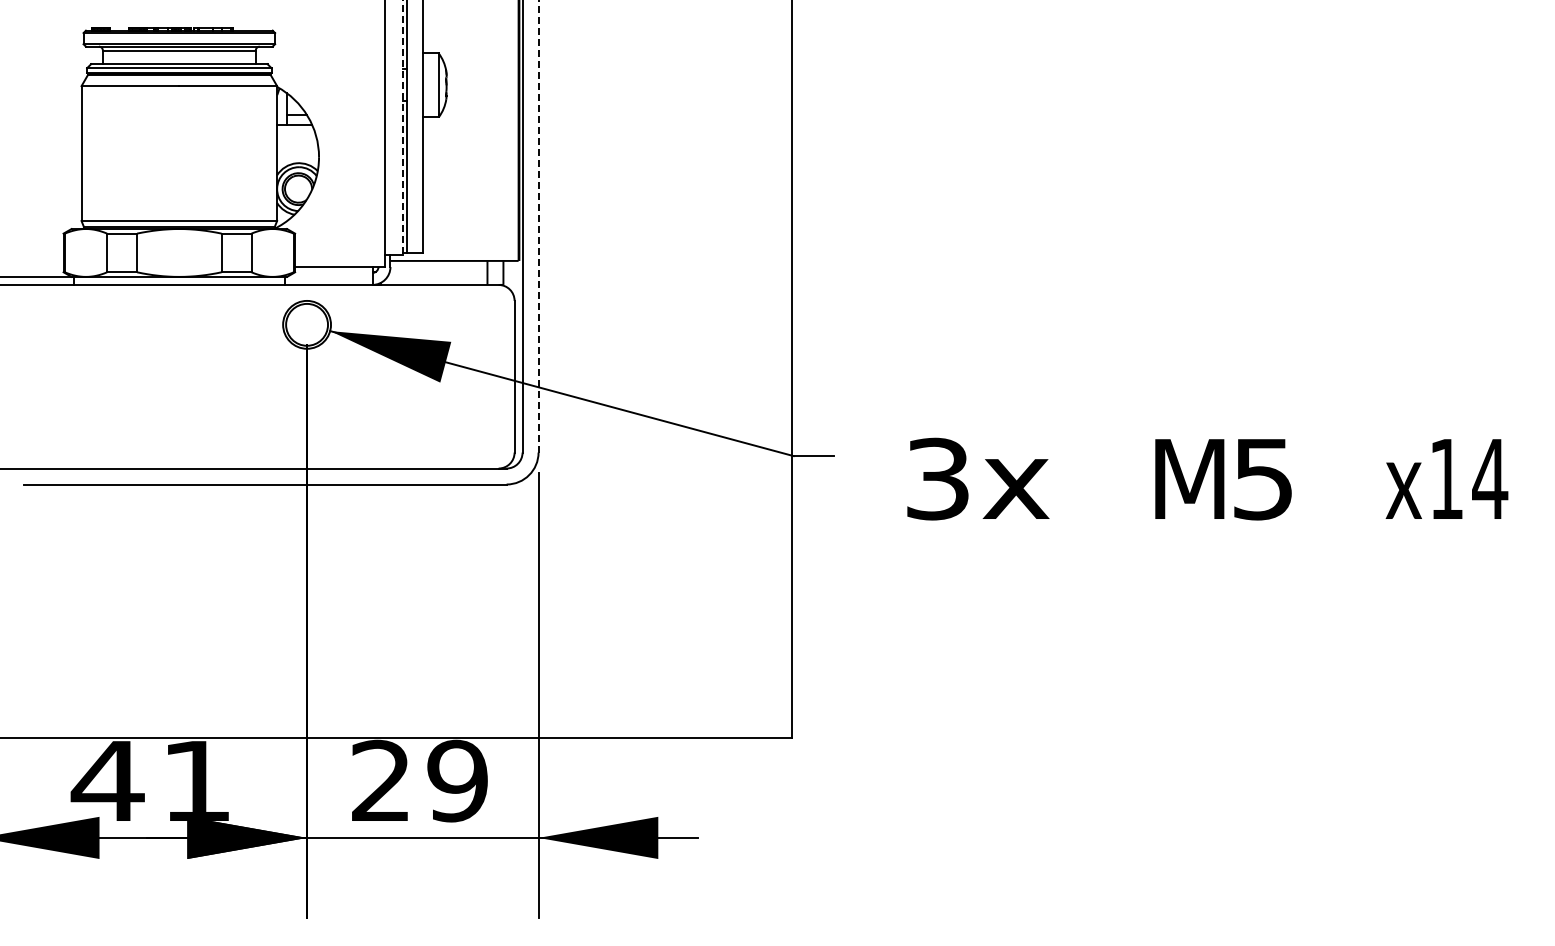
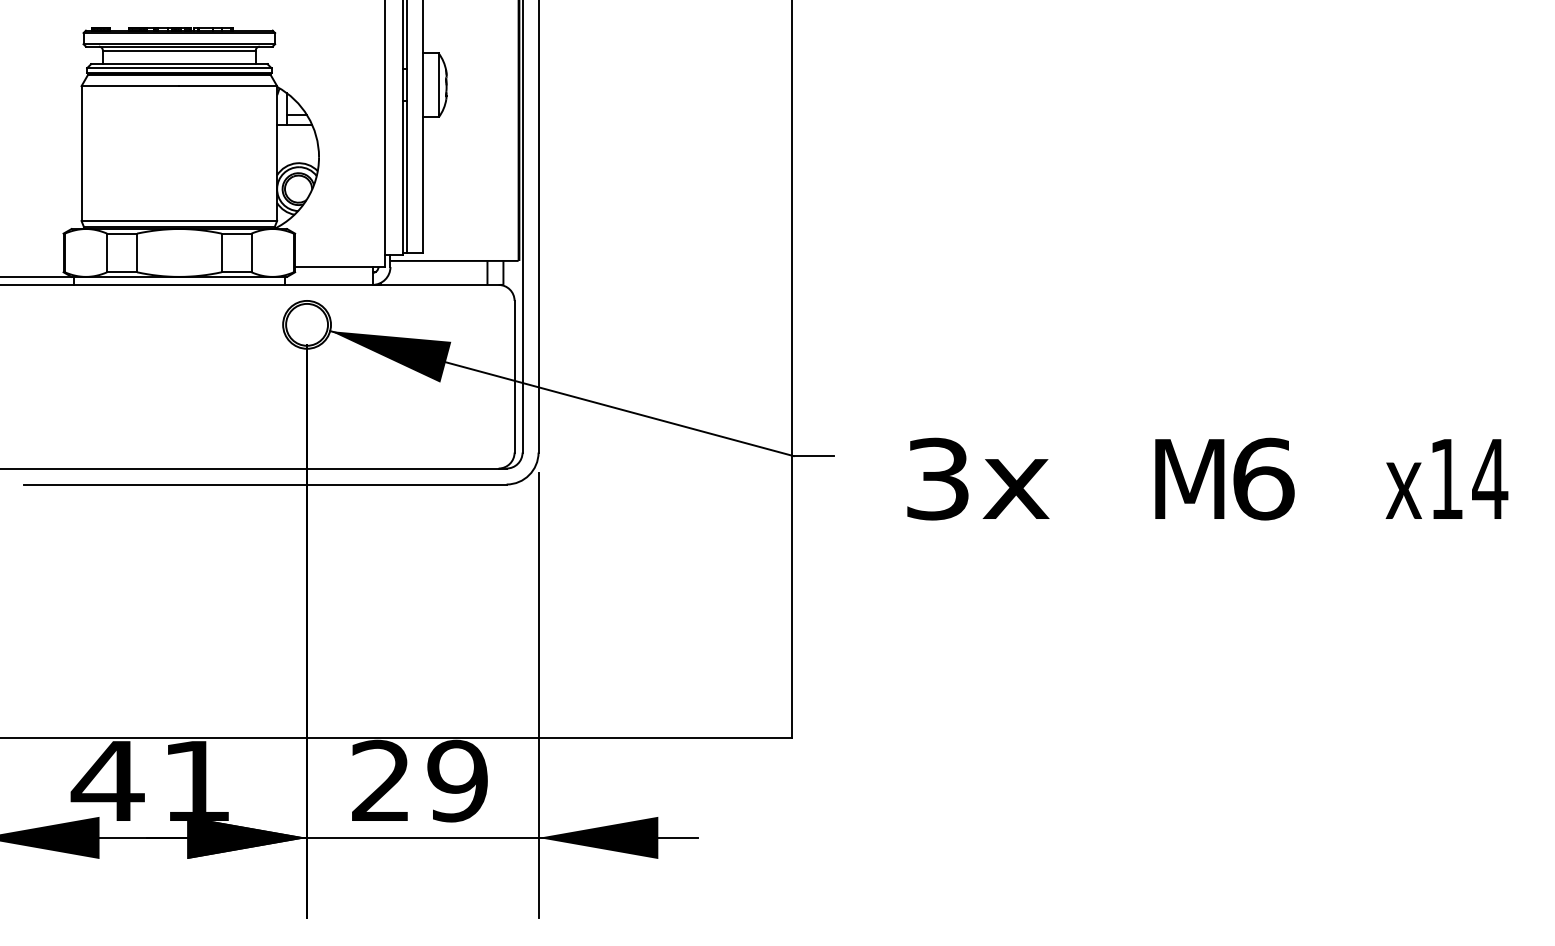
line at (402, 128): dashed -> solid
line at (538, 226): dashed -> solid
text at (1263, 478): 5 -> 6
